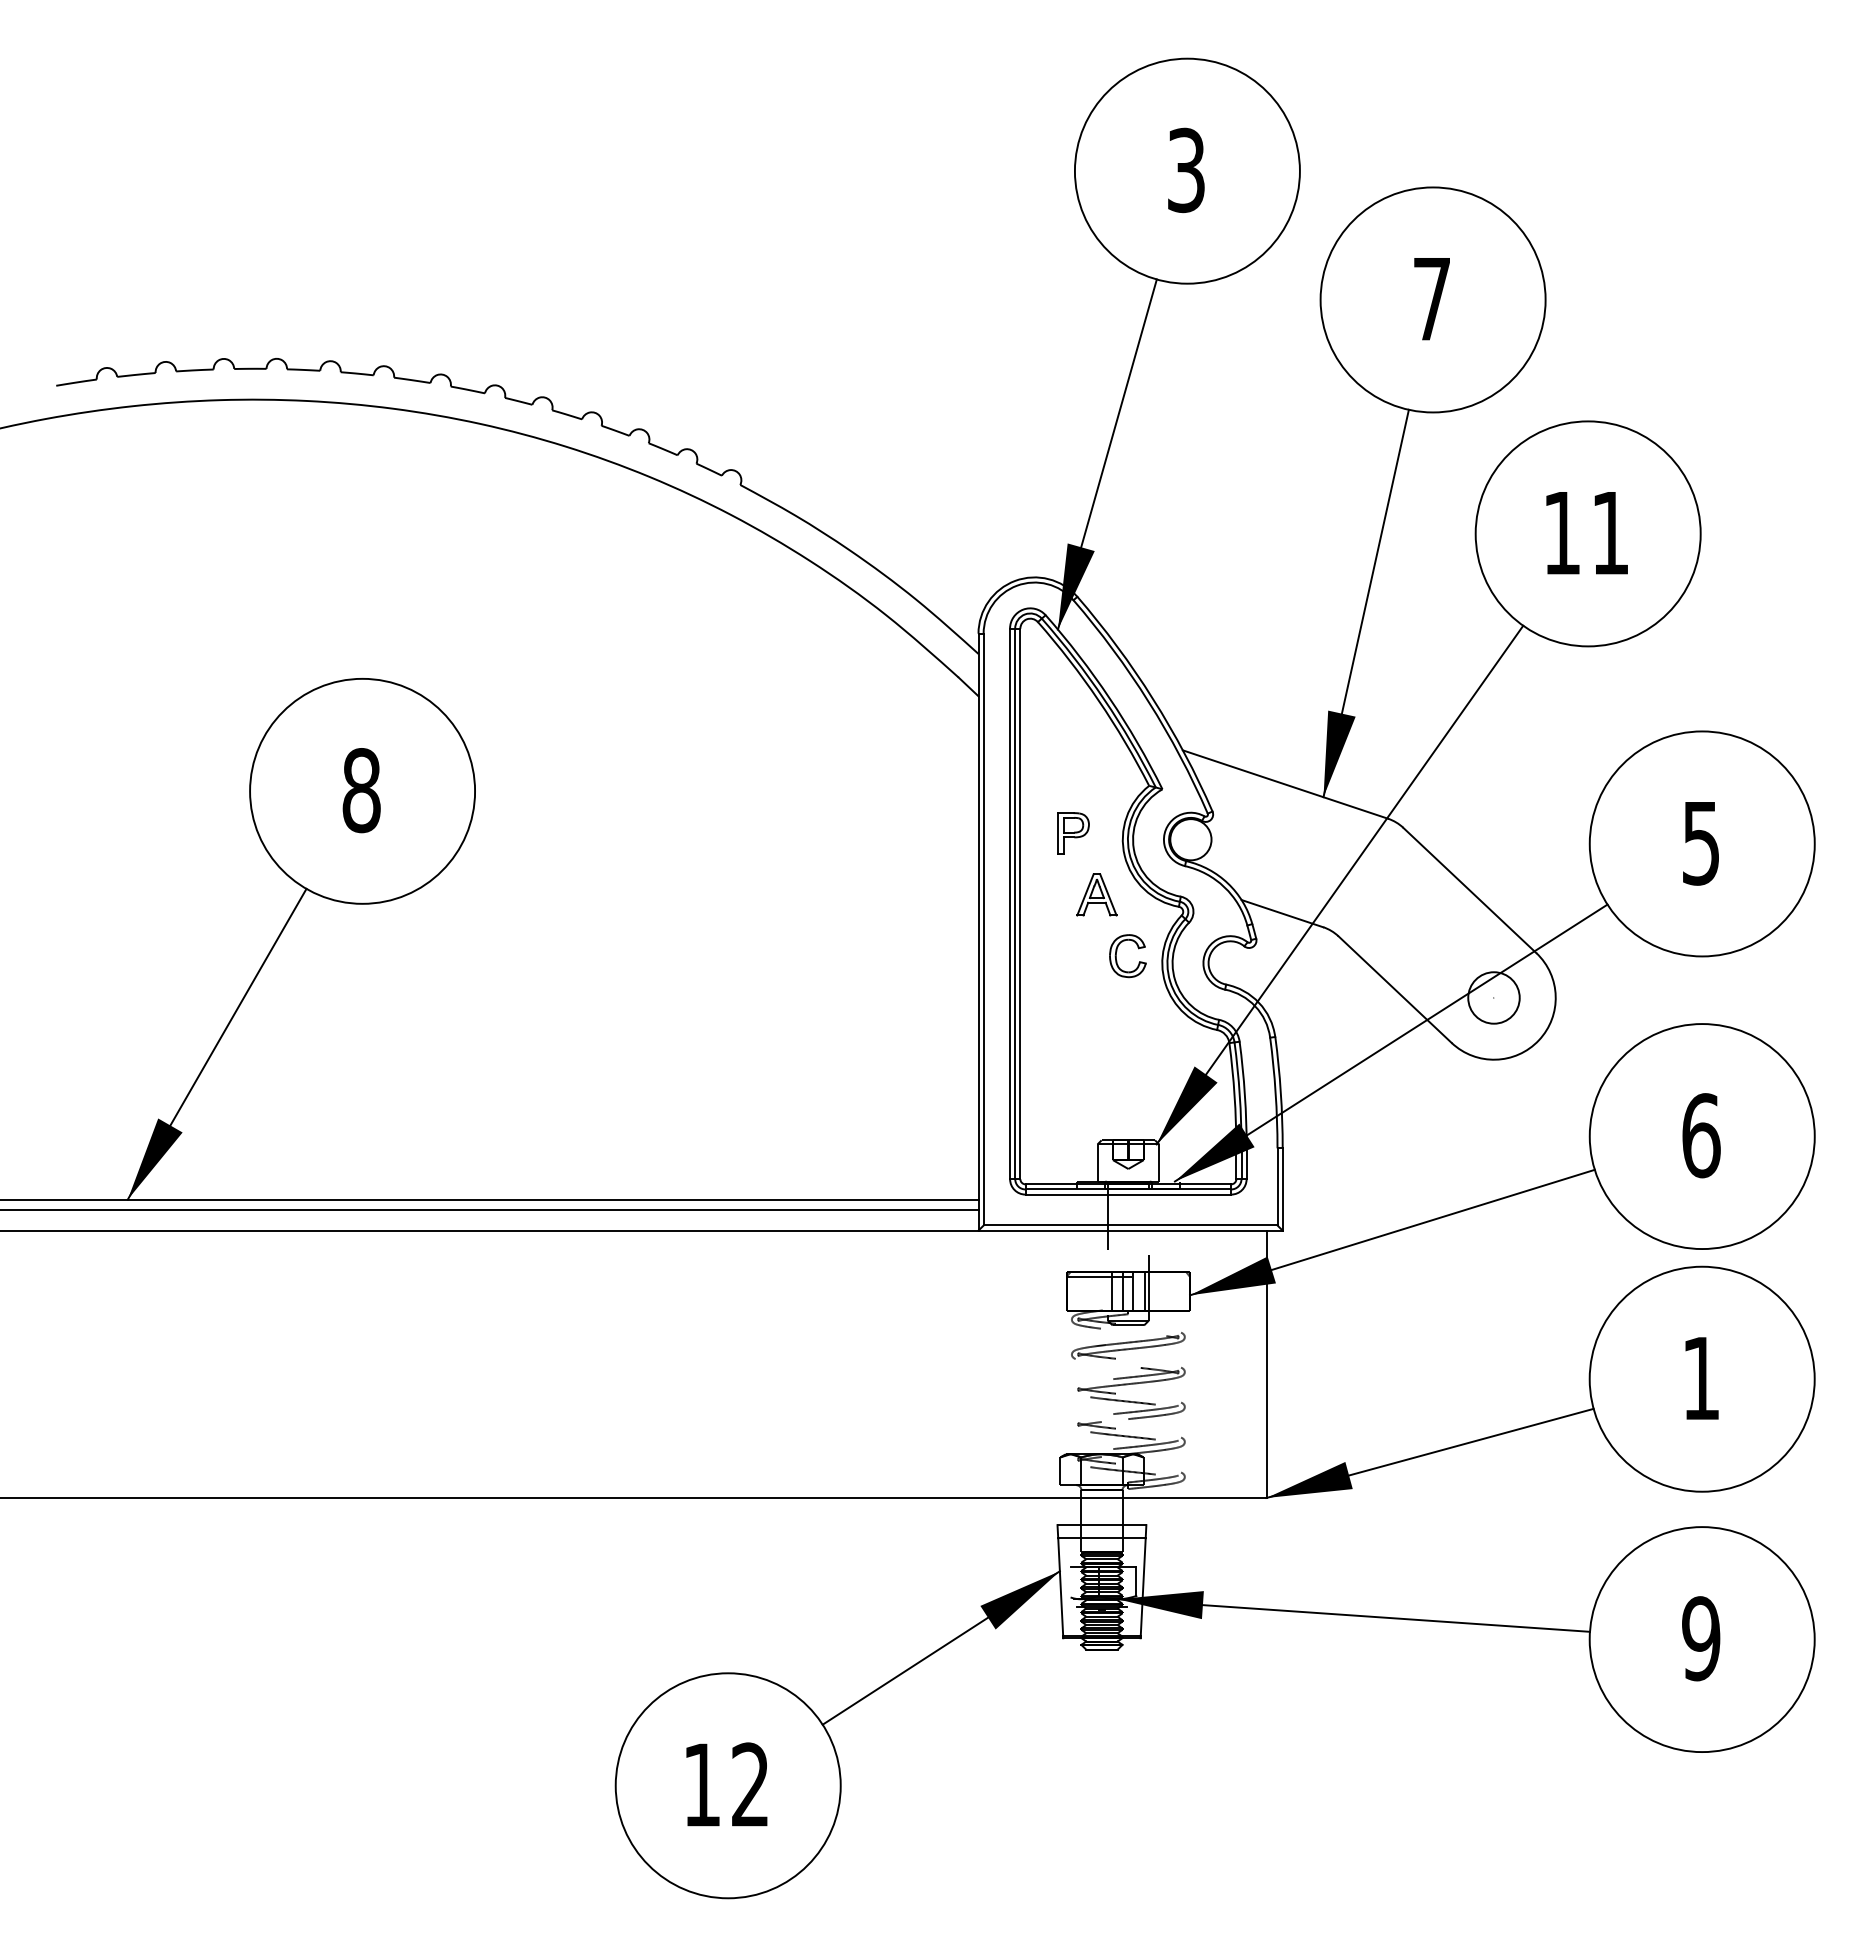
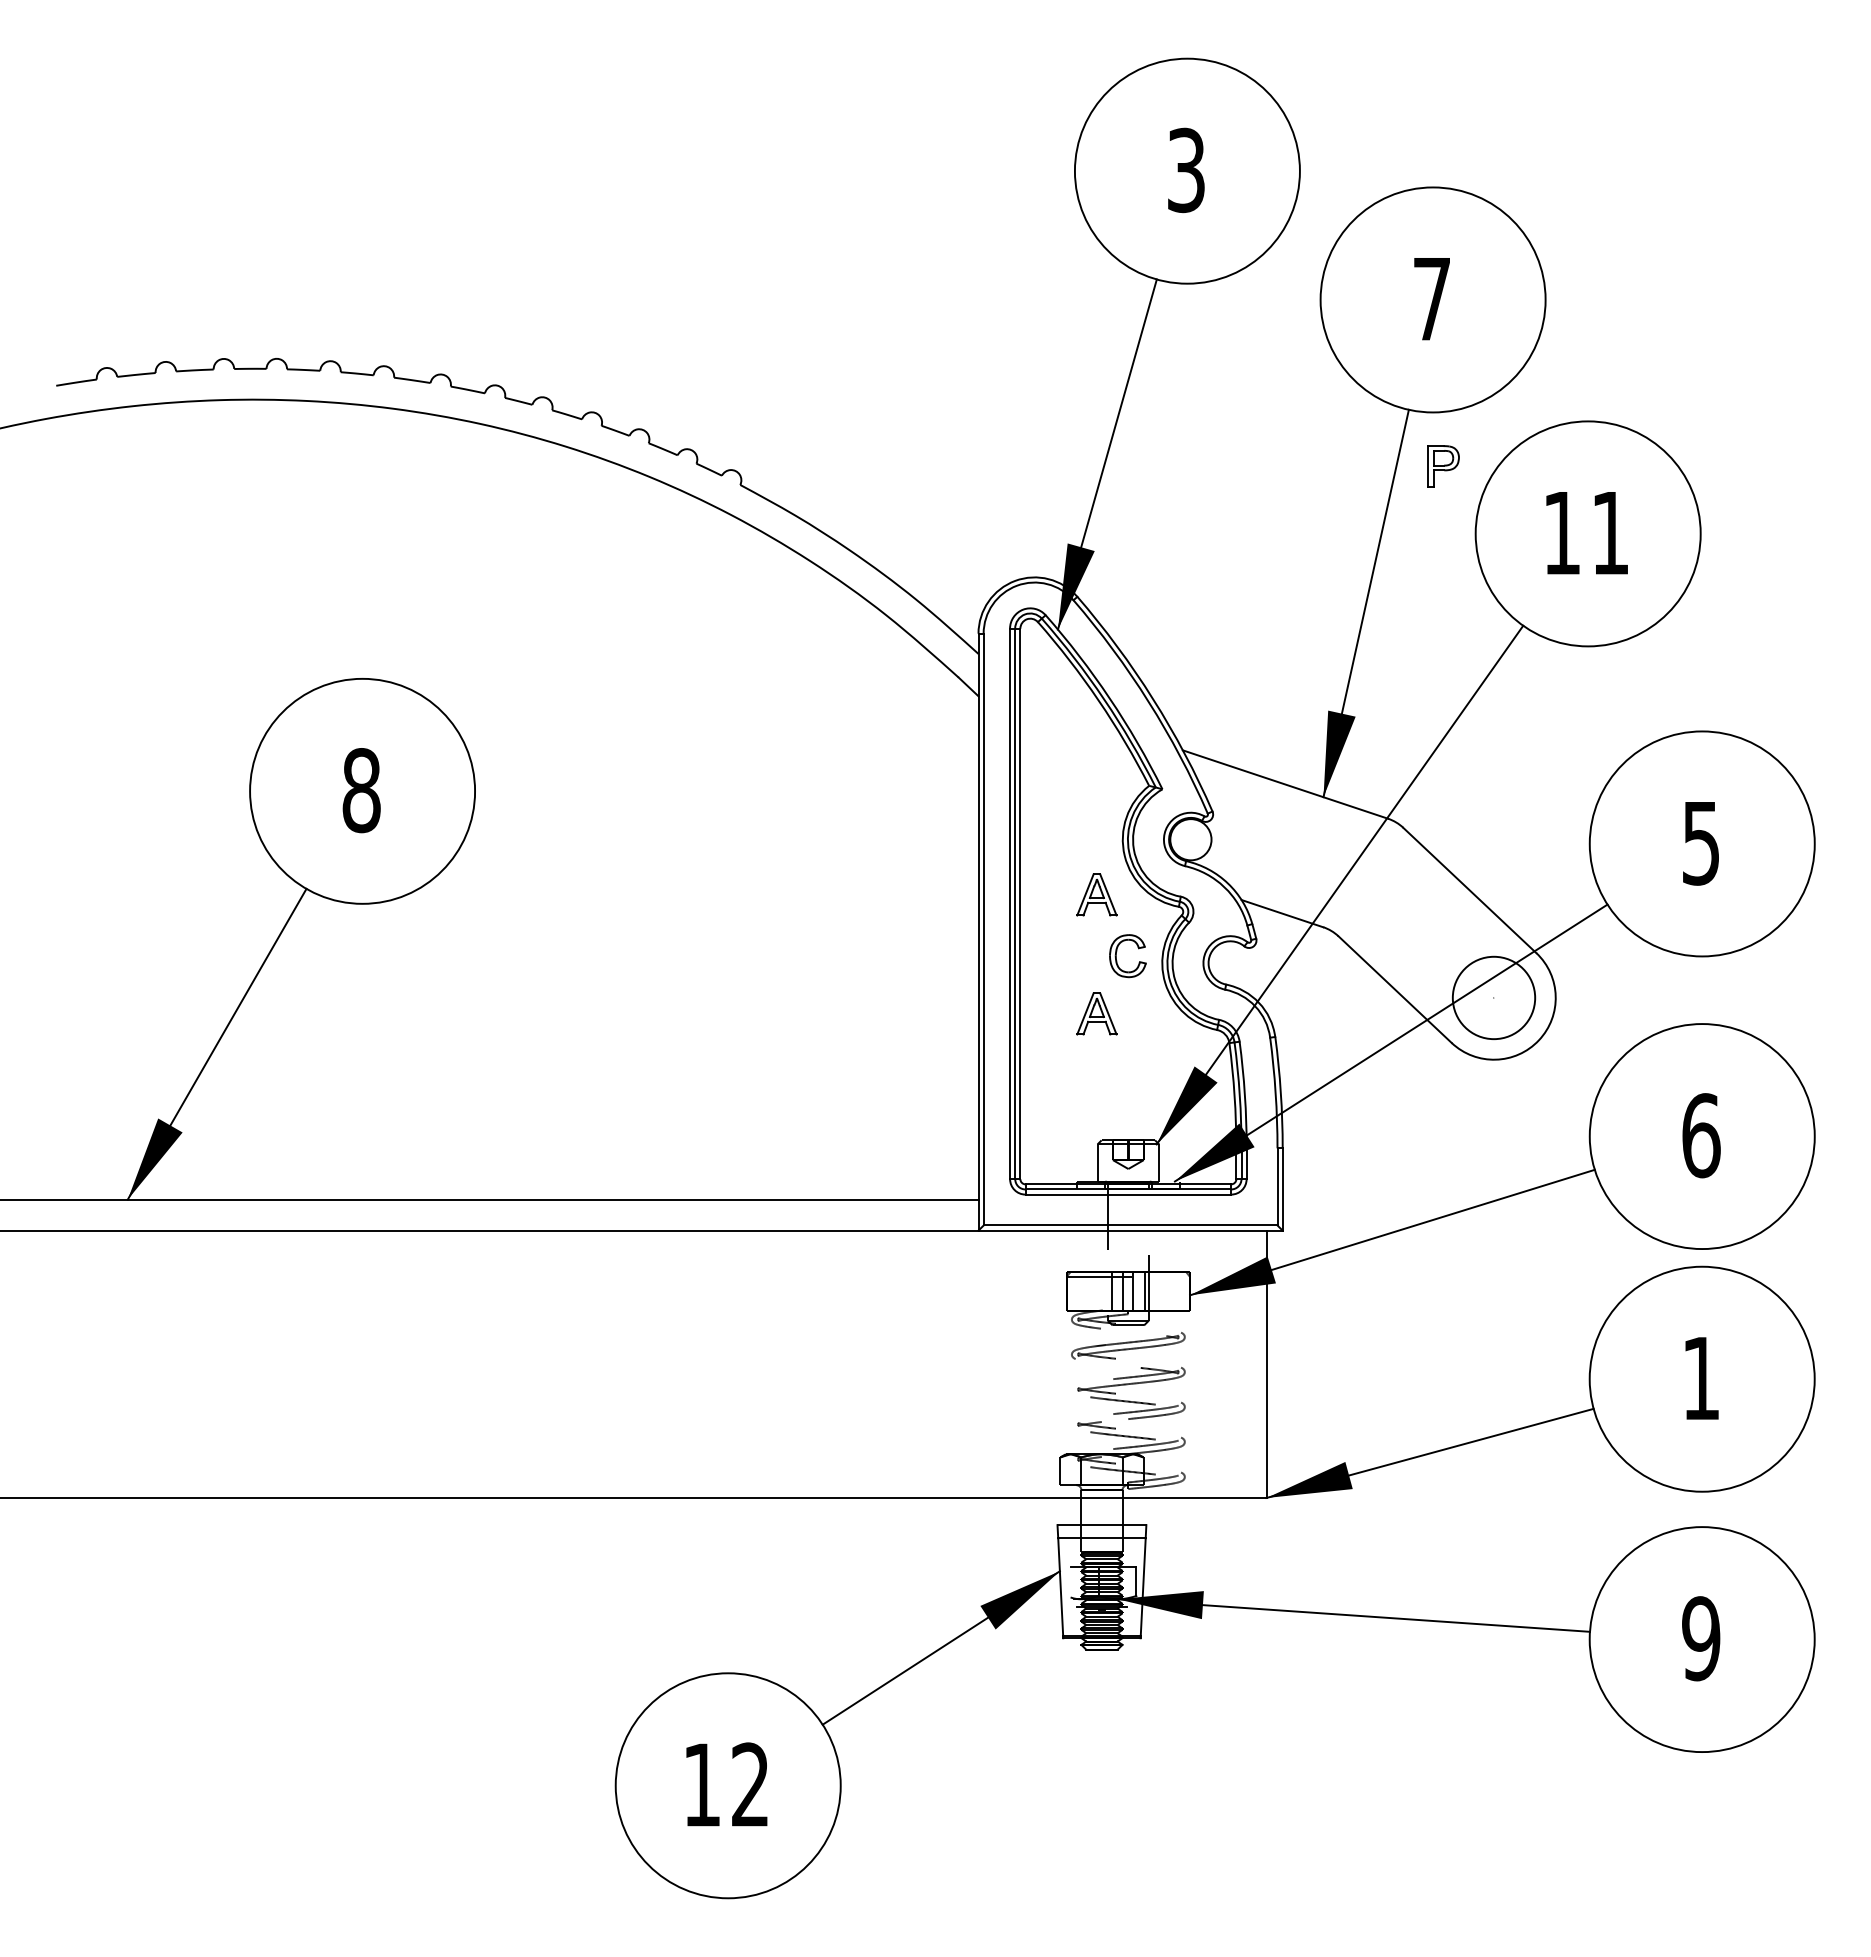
part at (1073, 833) position: (1073, 833) -> (1443, 466)
circle at (1493, 997) diameter: 51 px -> 82 px
part at (1096, 1013): none -> present
line at (490, 1209): present -> none
